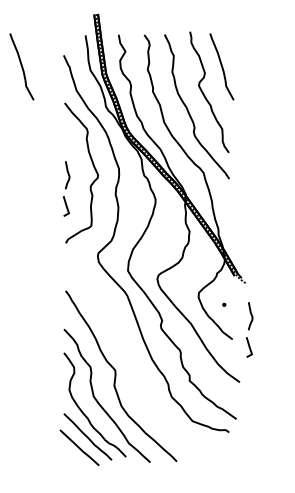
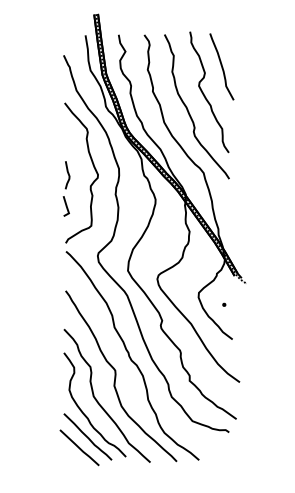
curve at (21, 66): present -> none
part at (249, 329): present -> none
curve at (130, 356): none -> present
